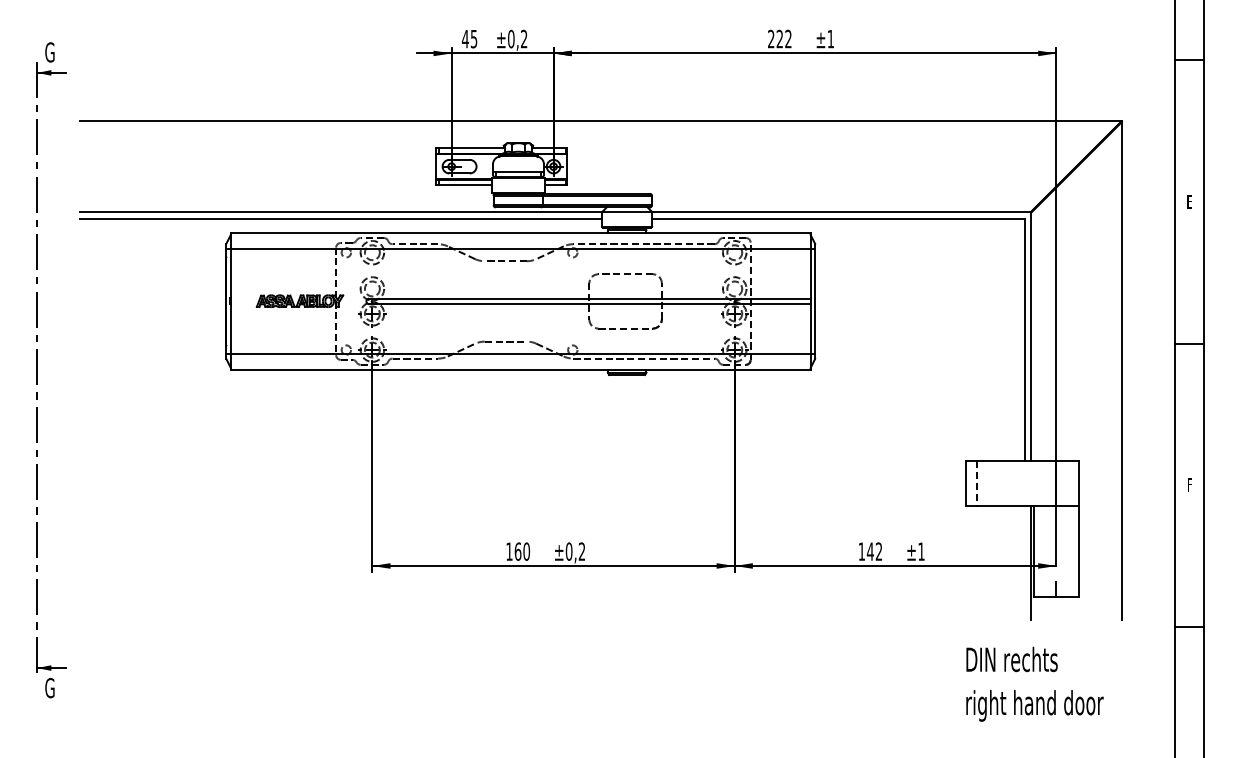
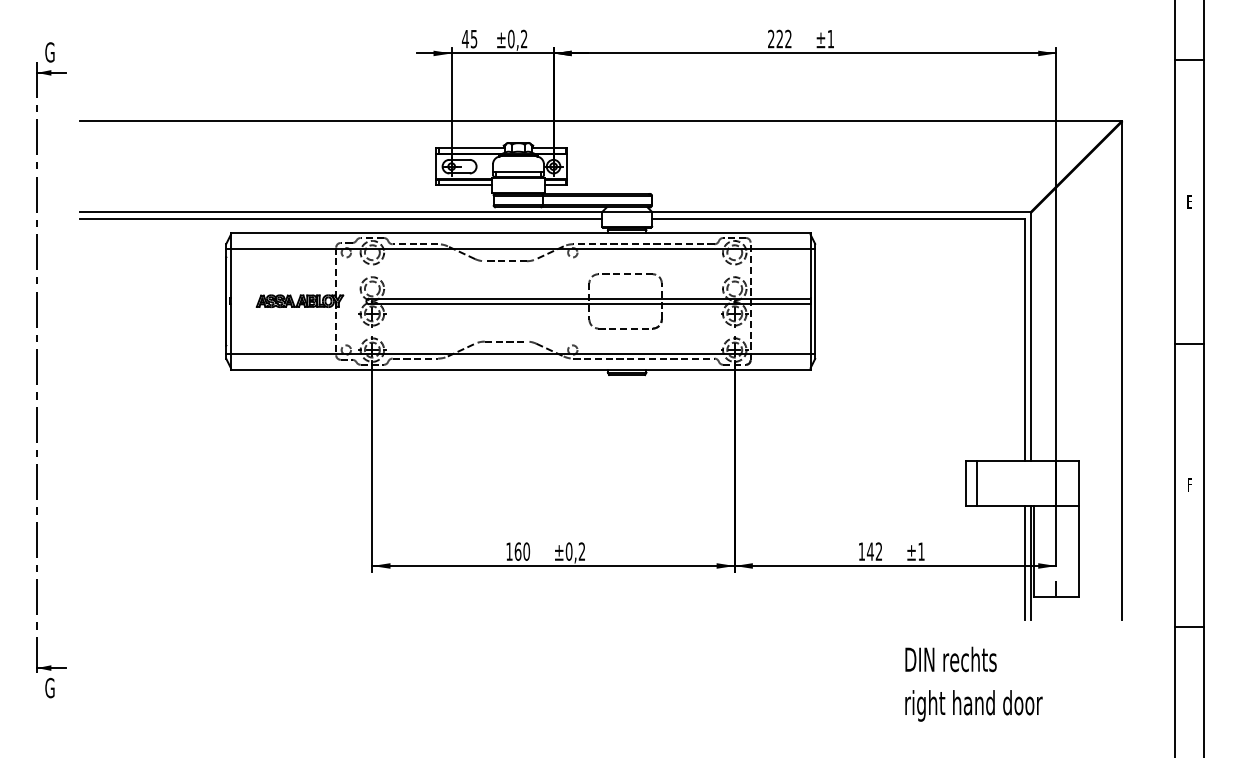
line at (977, 483): dashed -> solid
line at (1024, 562): none -> present
text at (1034, 683) position: (1034, 683) -> (973, 683)
